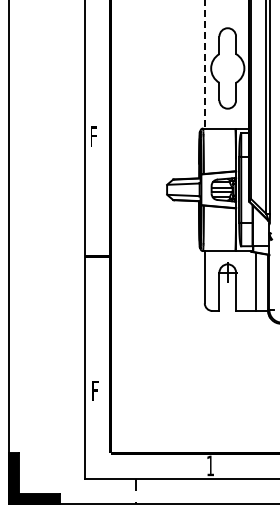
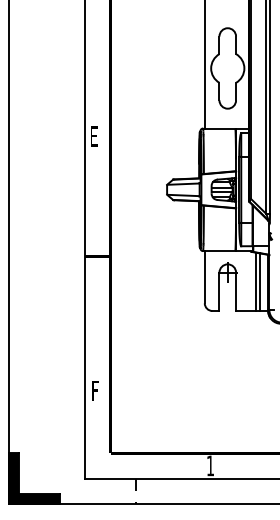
line at (204, 64): dashed -> solid
text at (94, 136): F -> E
line at (260, 281): none -> present
